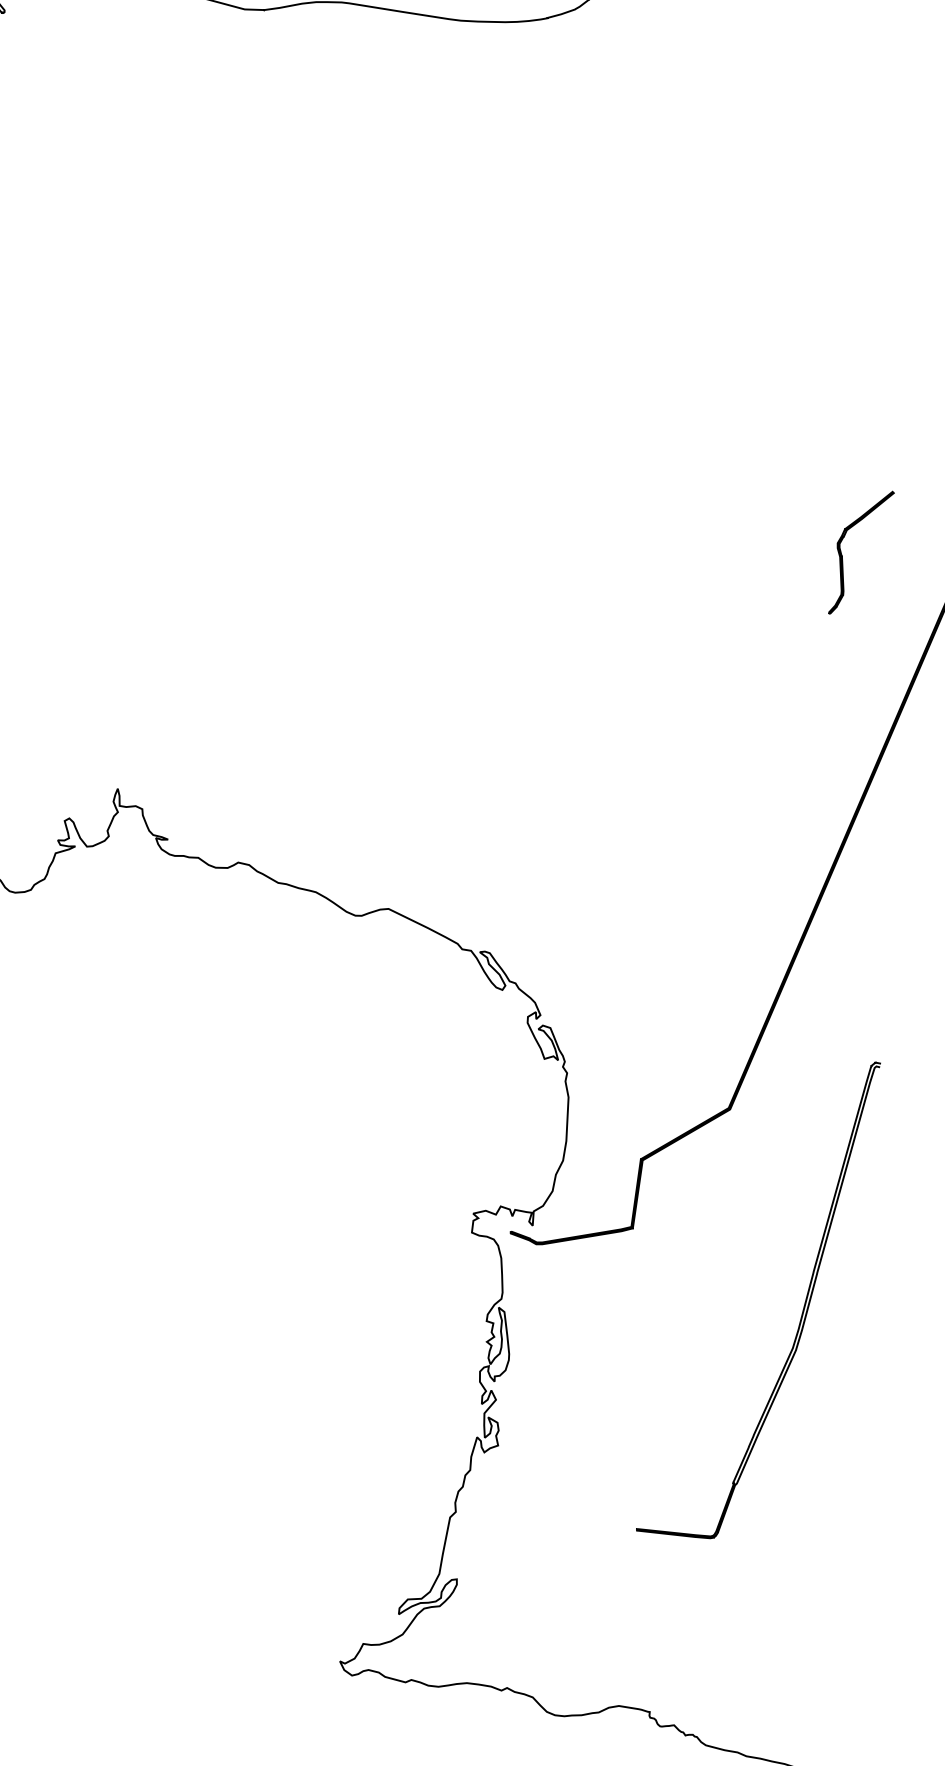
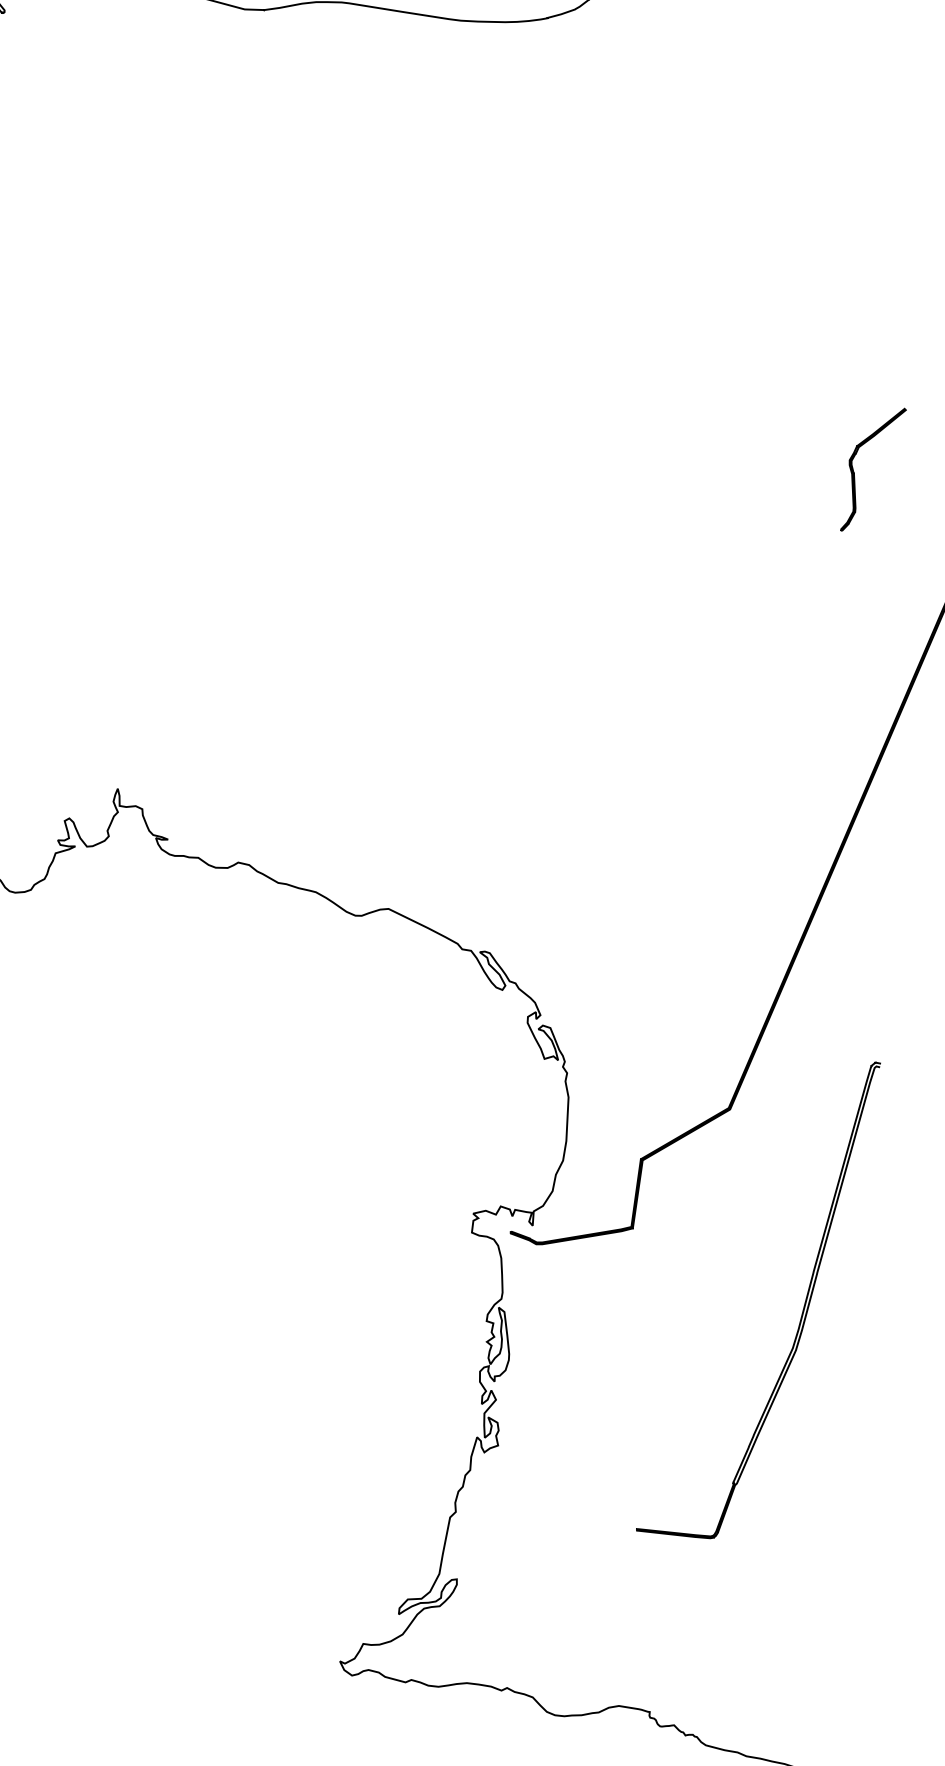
curve at (842, 554) position: (842, 554) -> (854, 471)
